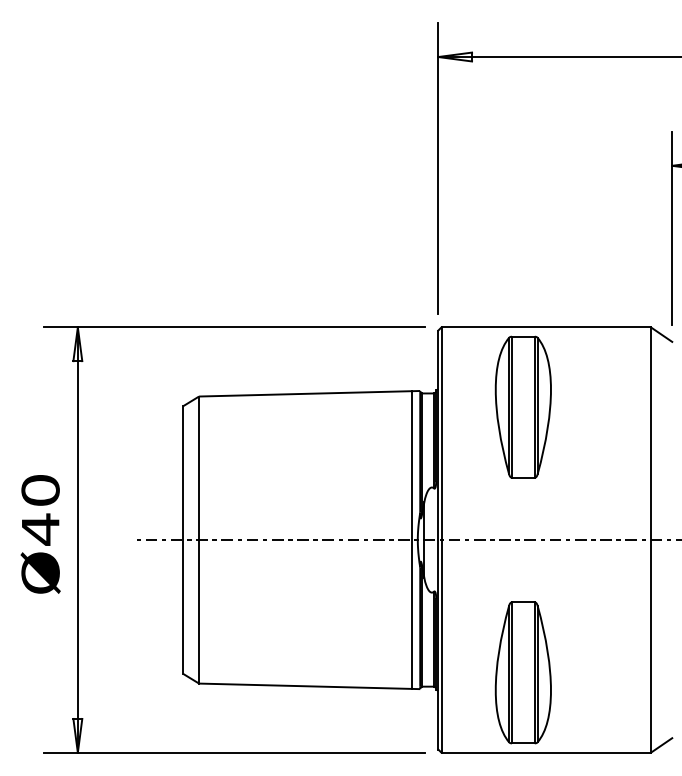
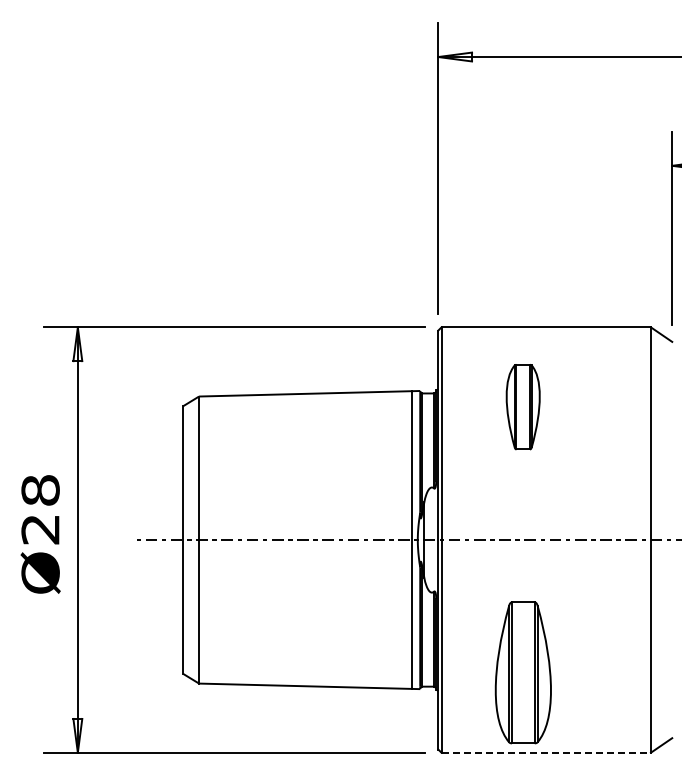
part at (522, 406) size: 58x144 px -> 36x87 px
text at (40, 510): Ø40 -> Ø28
line at (546, 752): solid -> dashed
